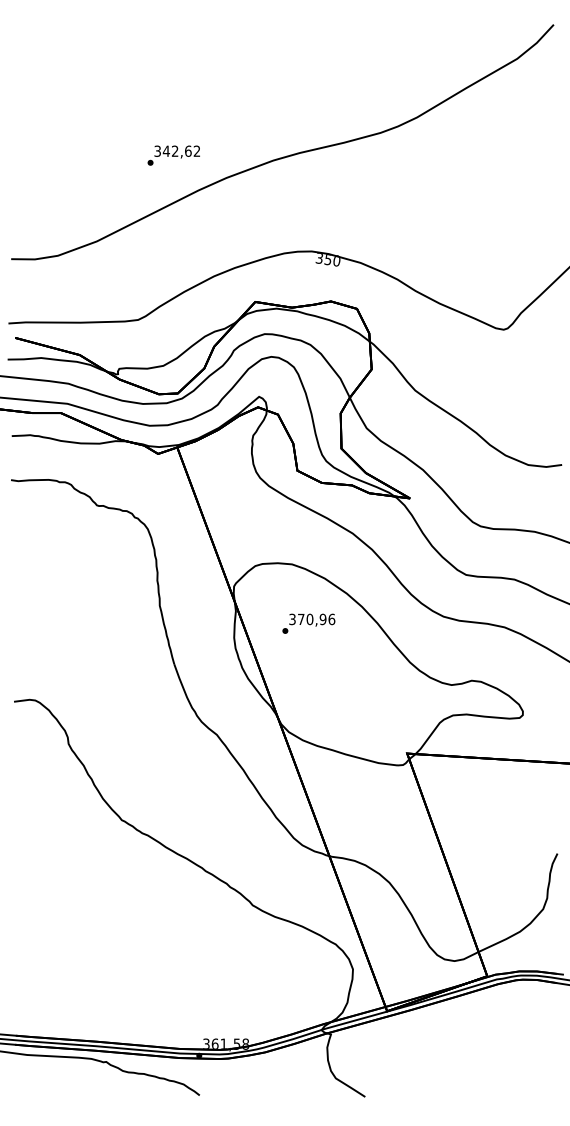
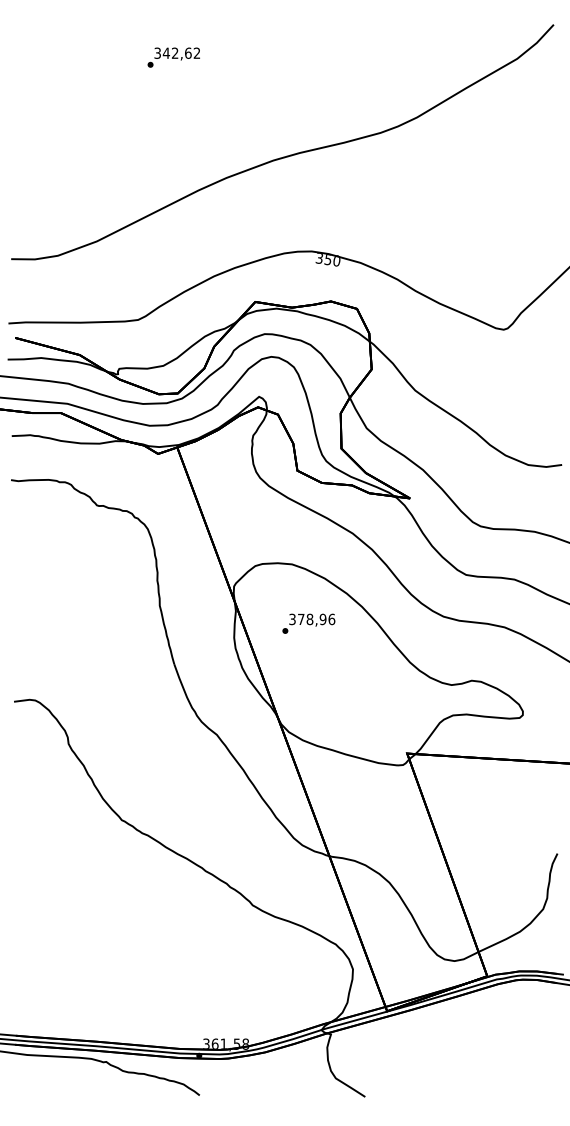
text at (173, 155) position: (173, 155) -> (173, 57)
text at (309, 619): 370,96 -> 378,96
